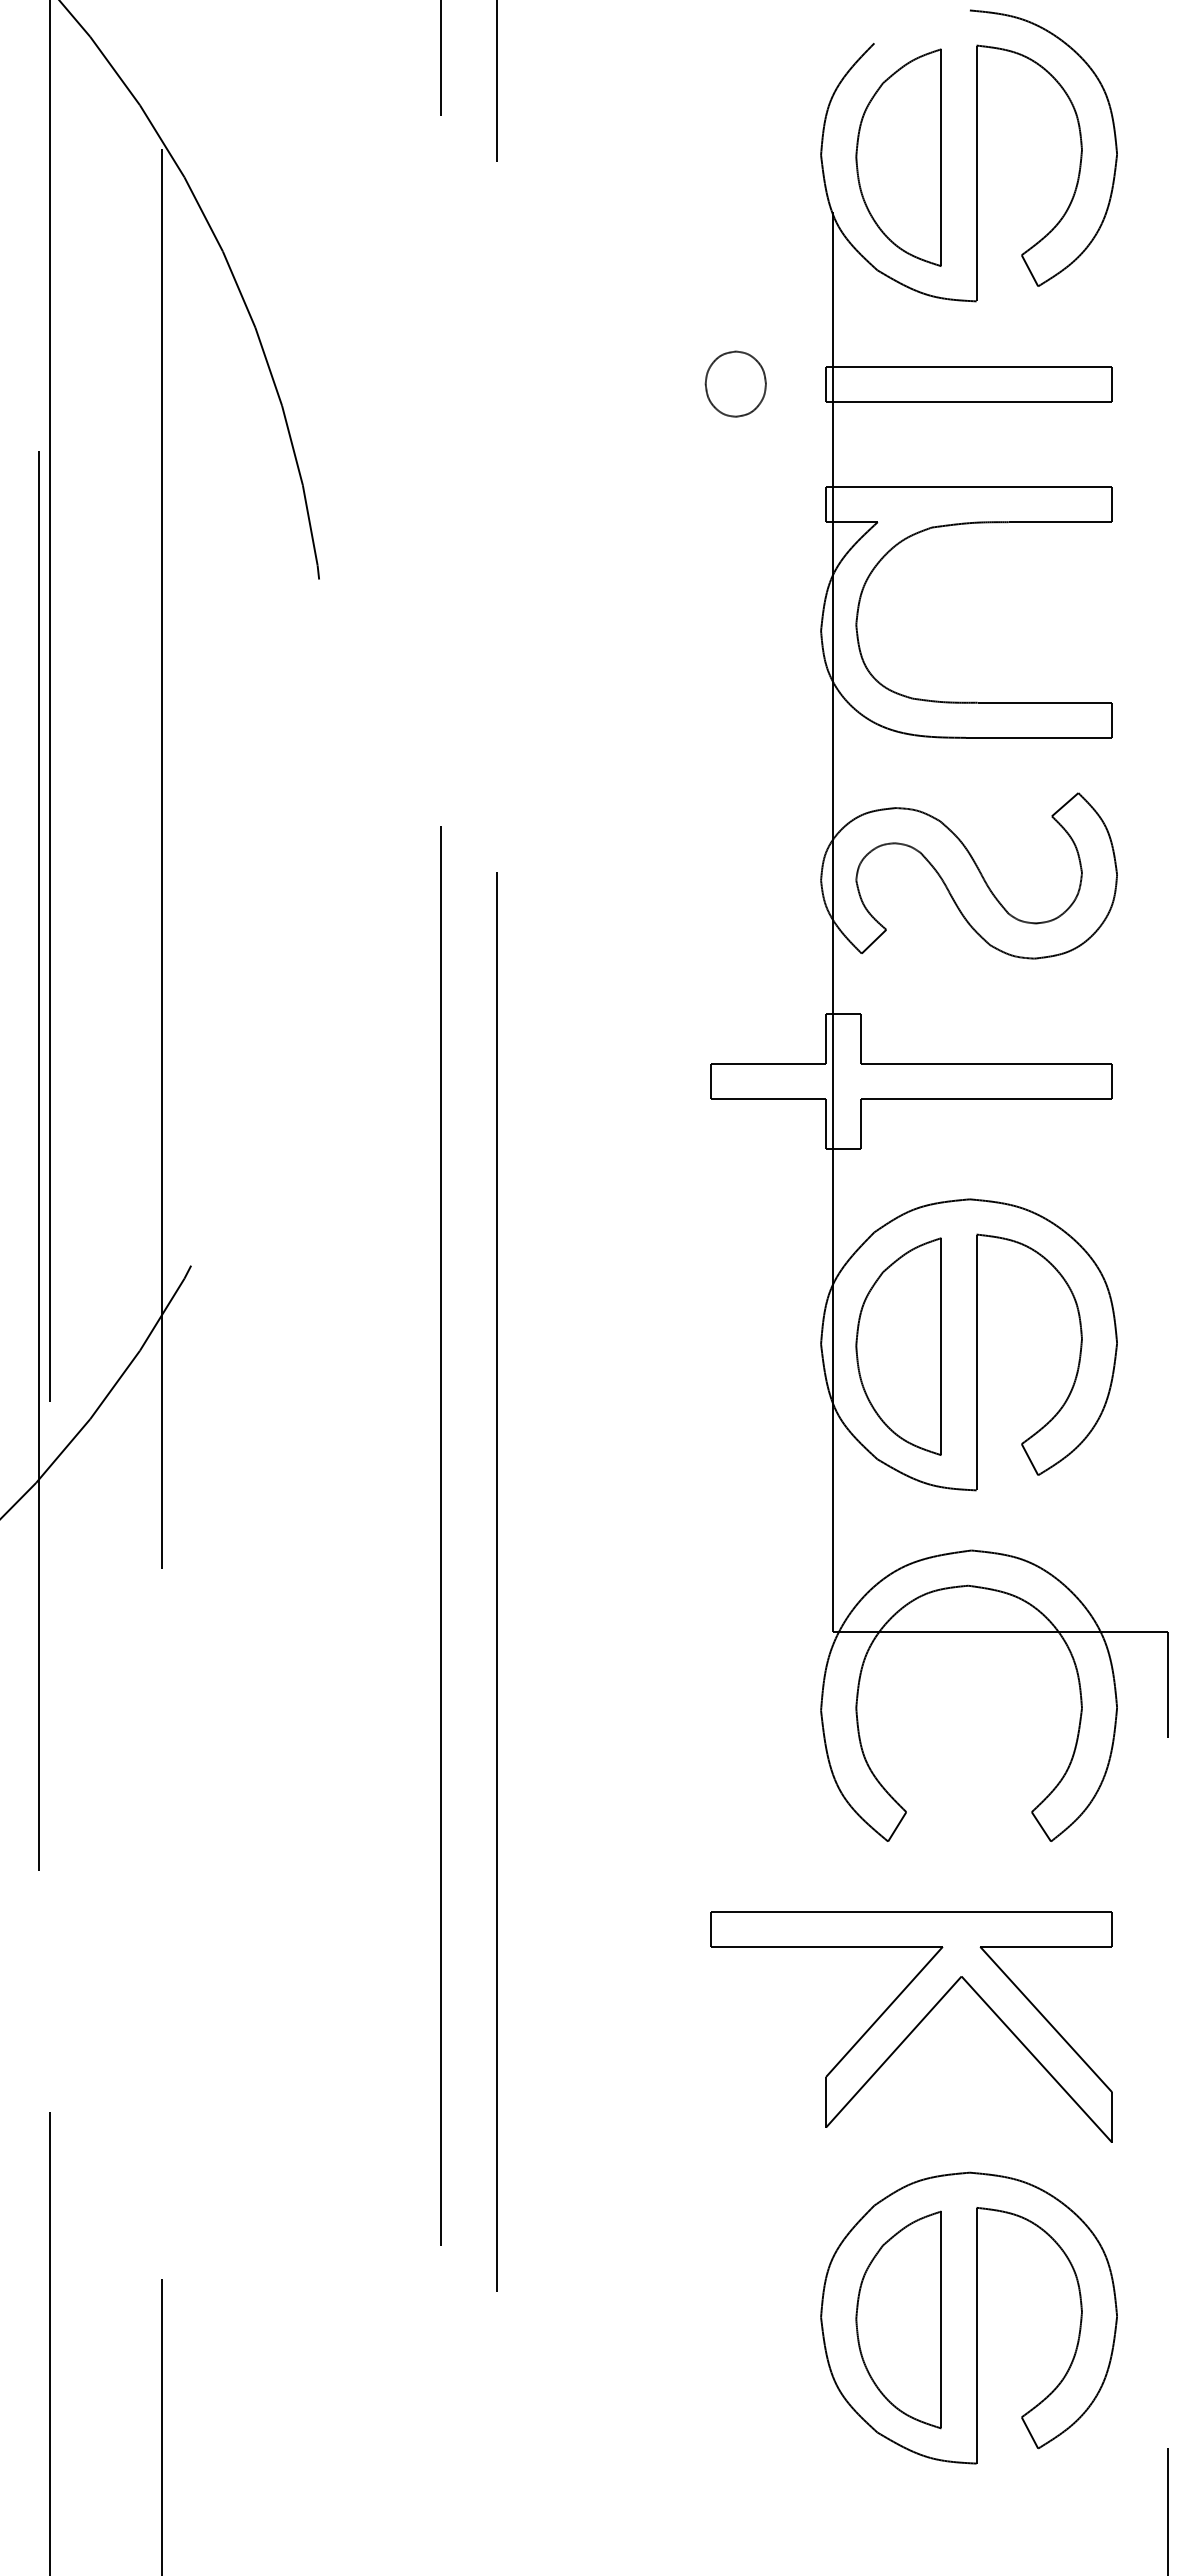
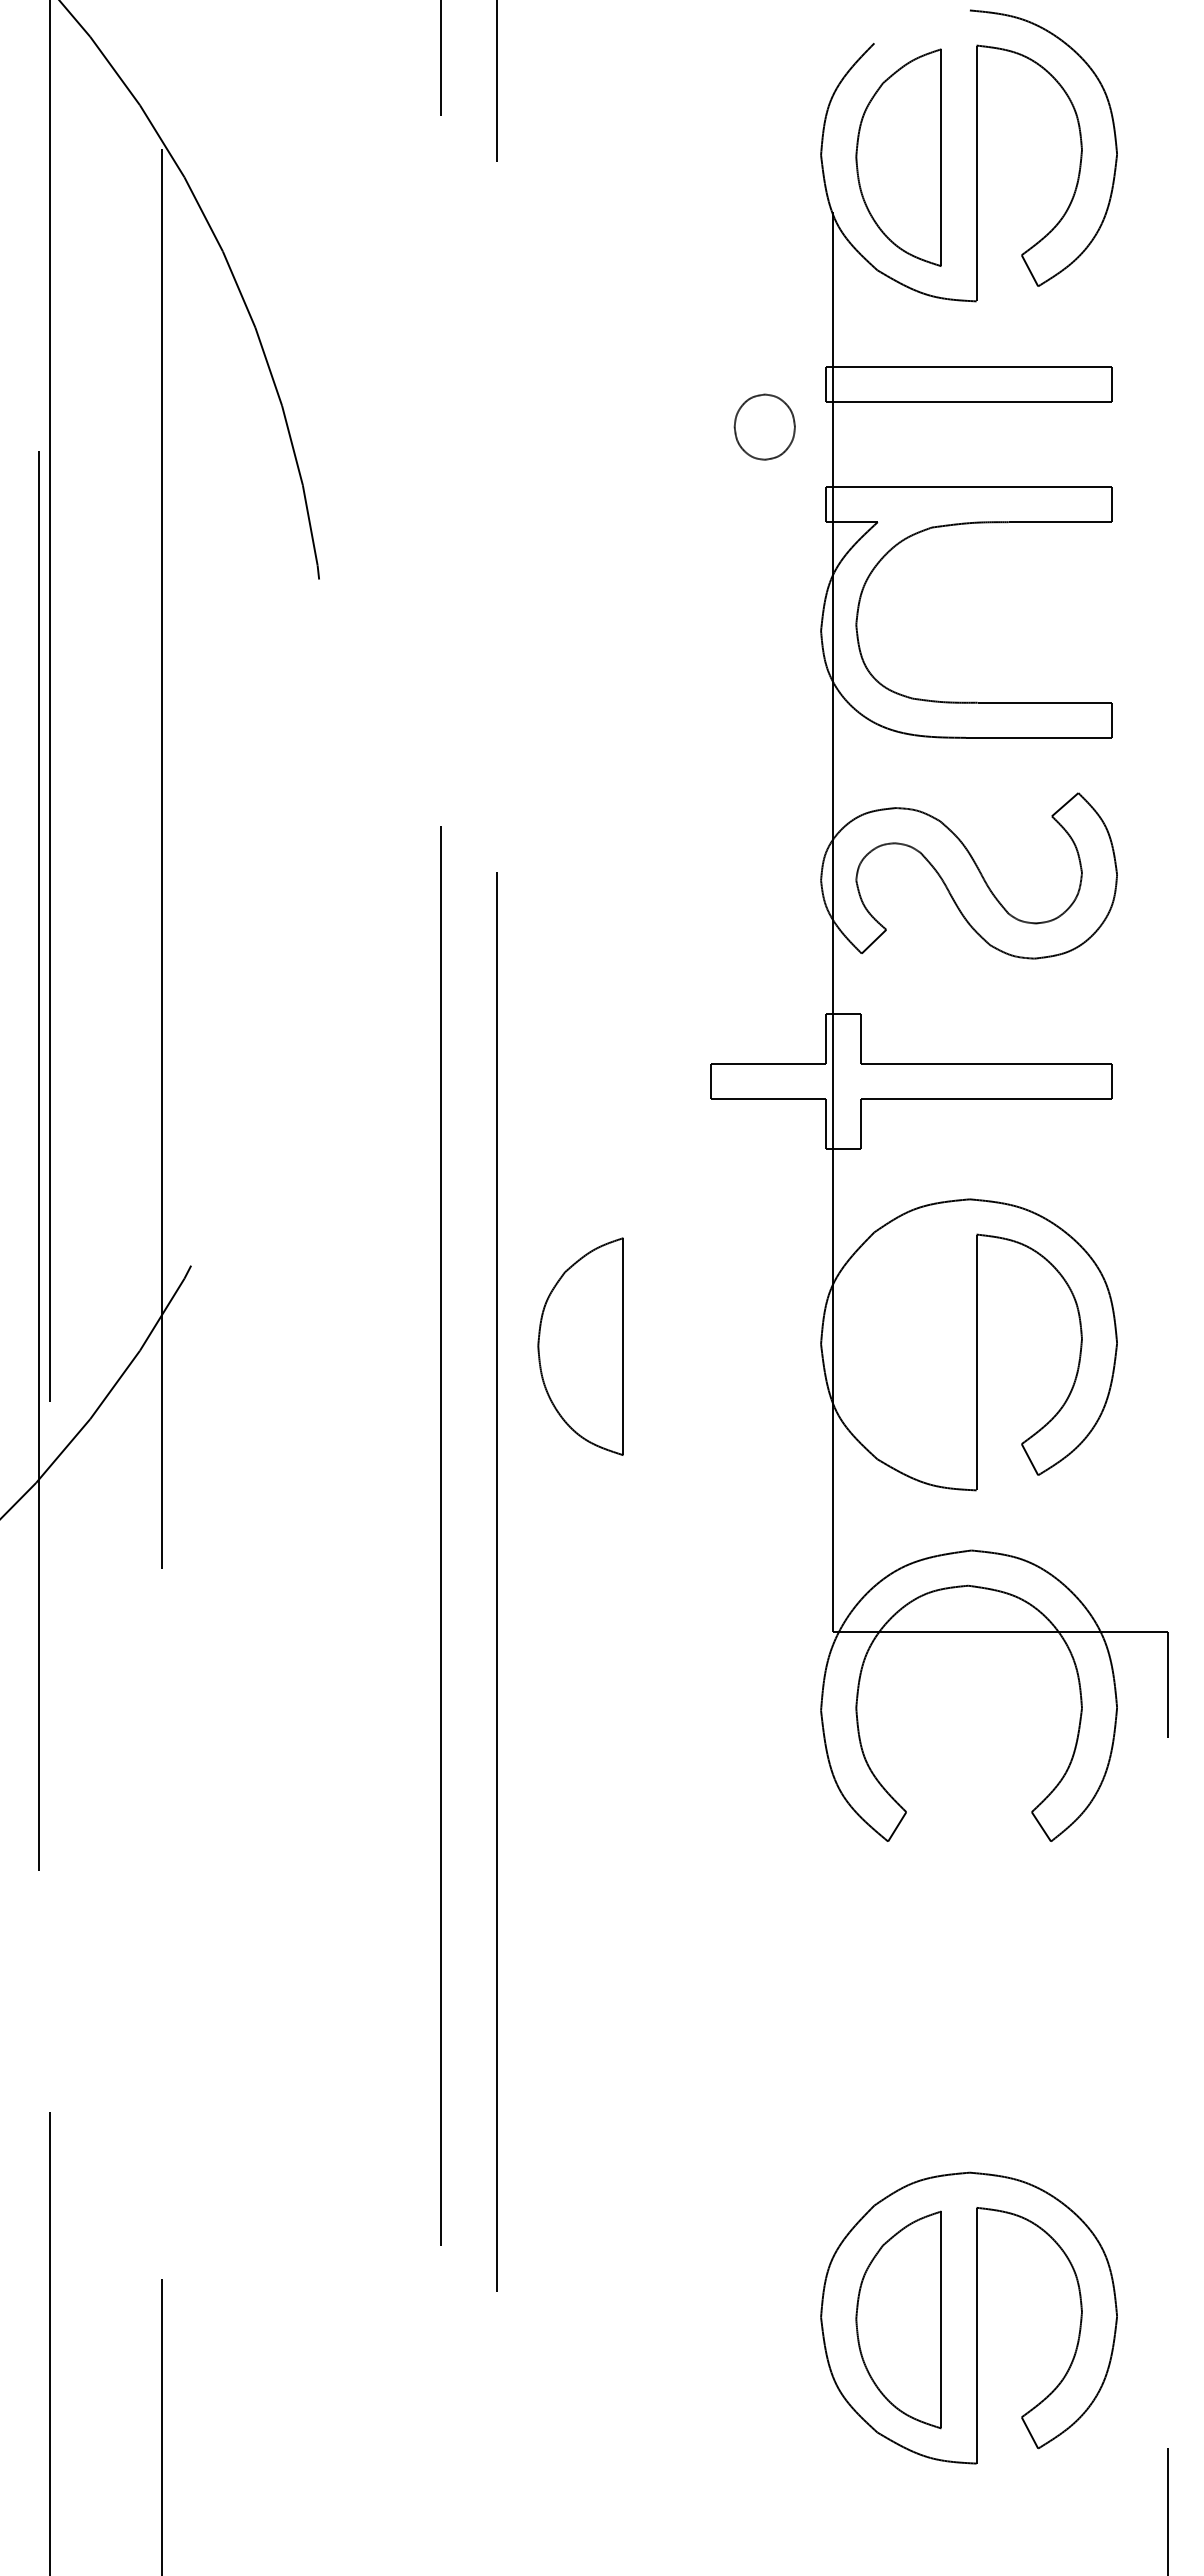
part at (735, 383) position: (735, 383) -> (764, 426)
part at (898, 1346) position: (898, 1346) -> (580, 1346)
part at (911, 2026): present -> none
